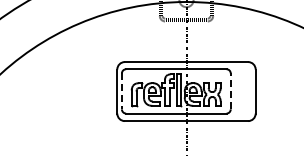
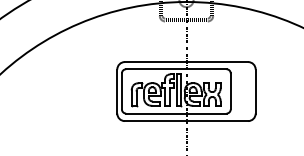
line at (121, 91): dashed -> solid
line at (230, 91): dashed -> solid
